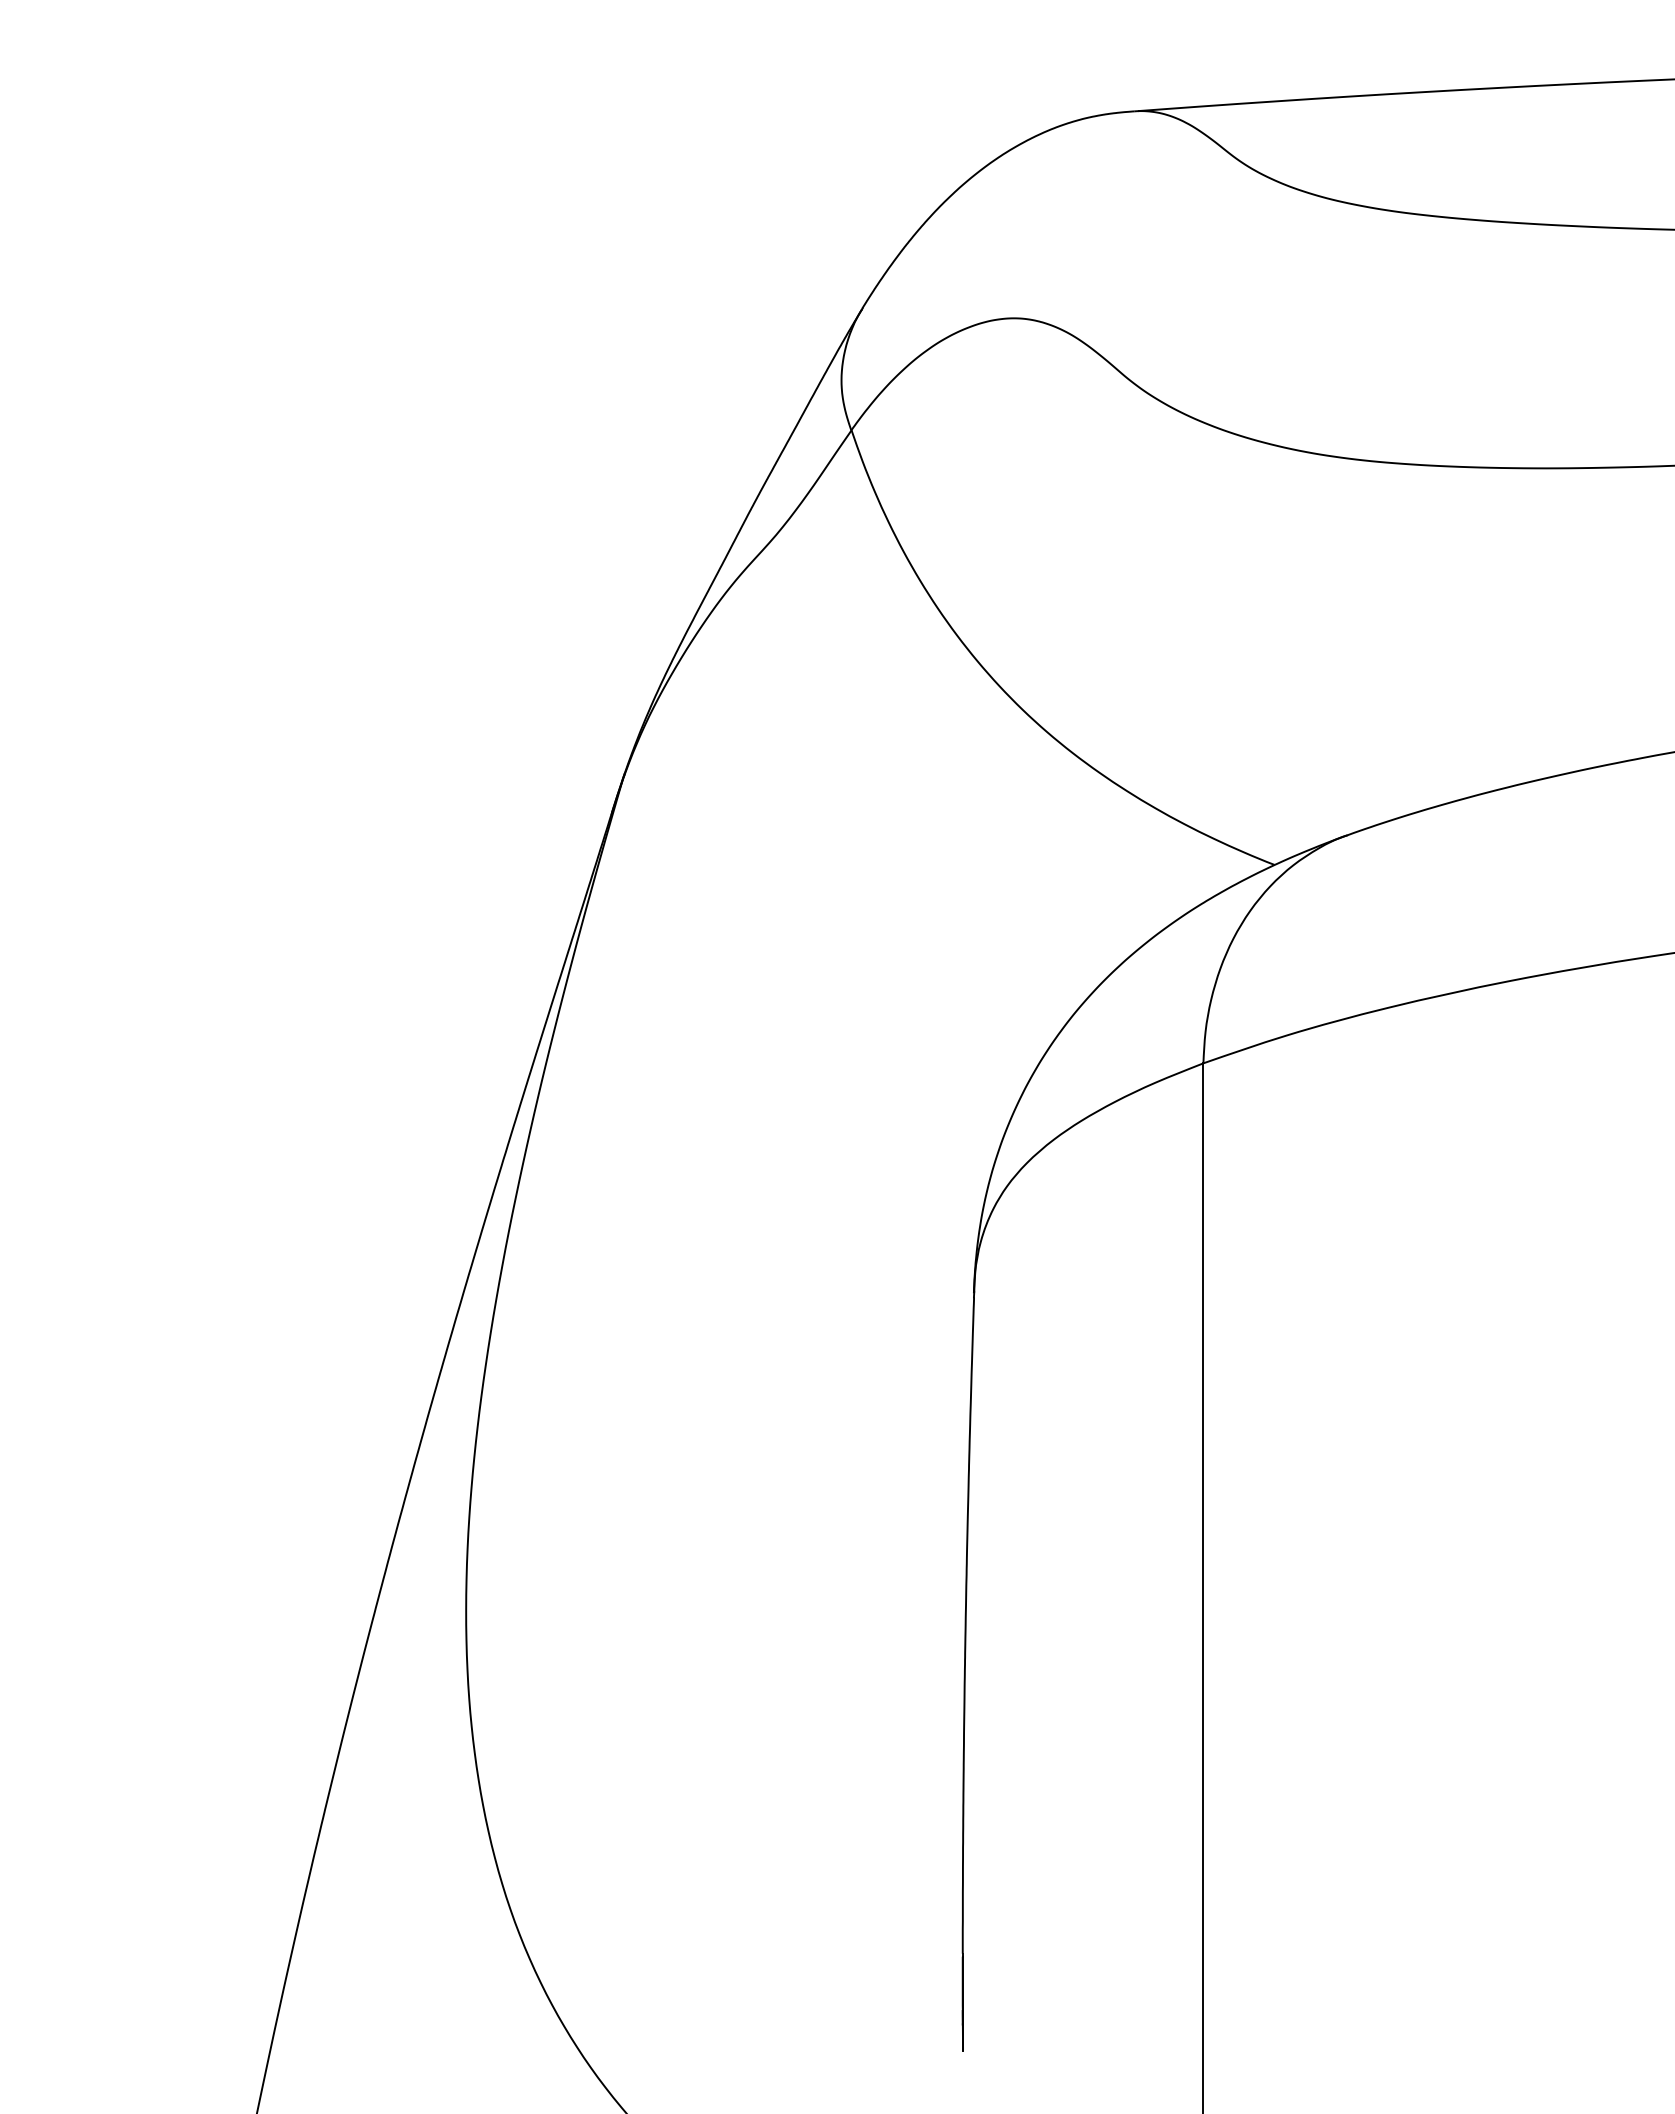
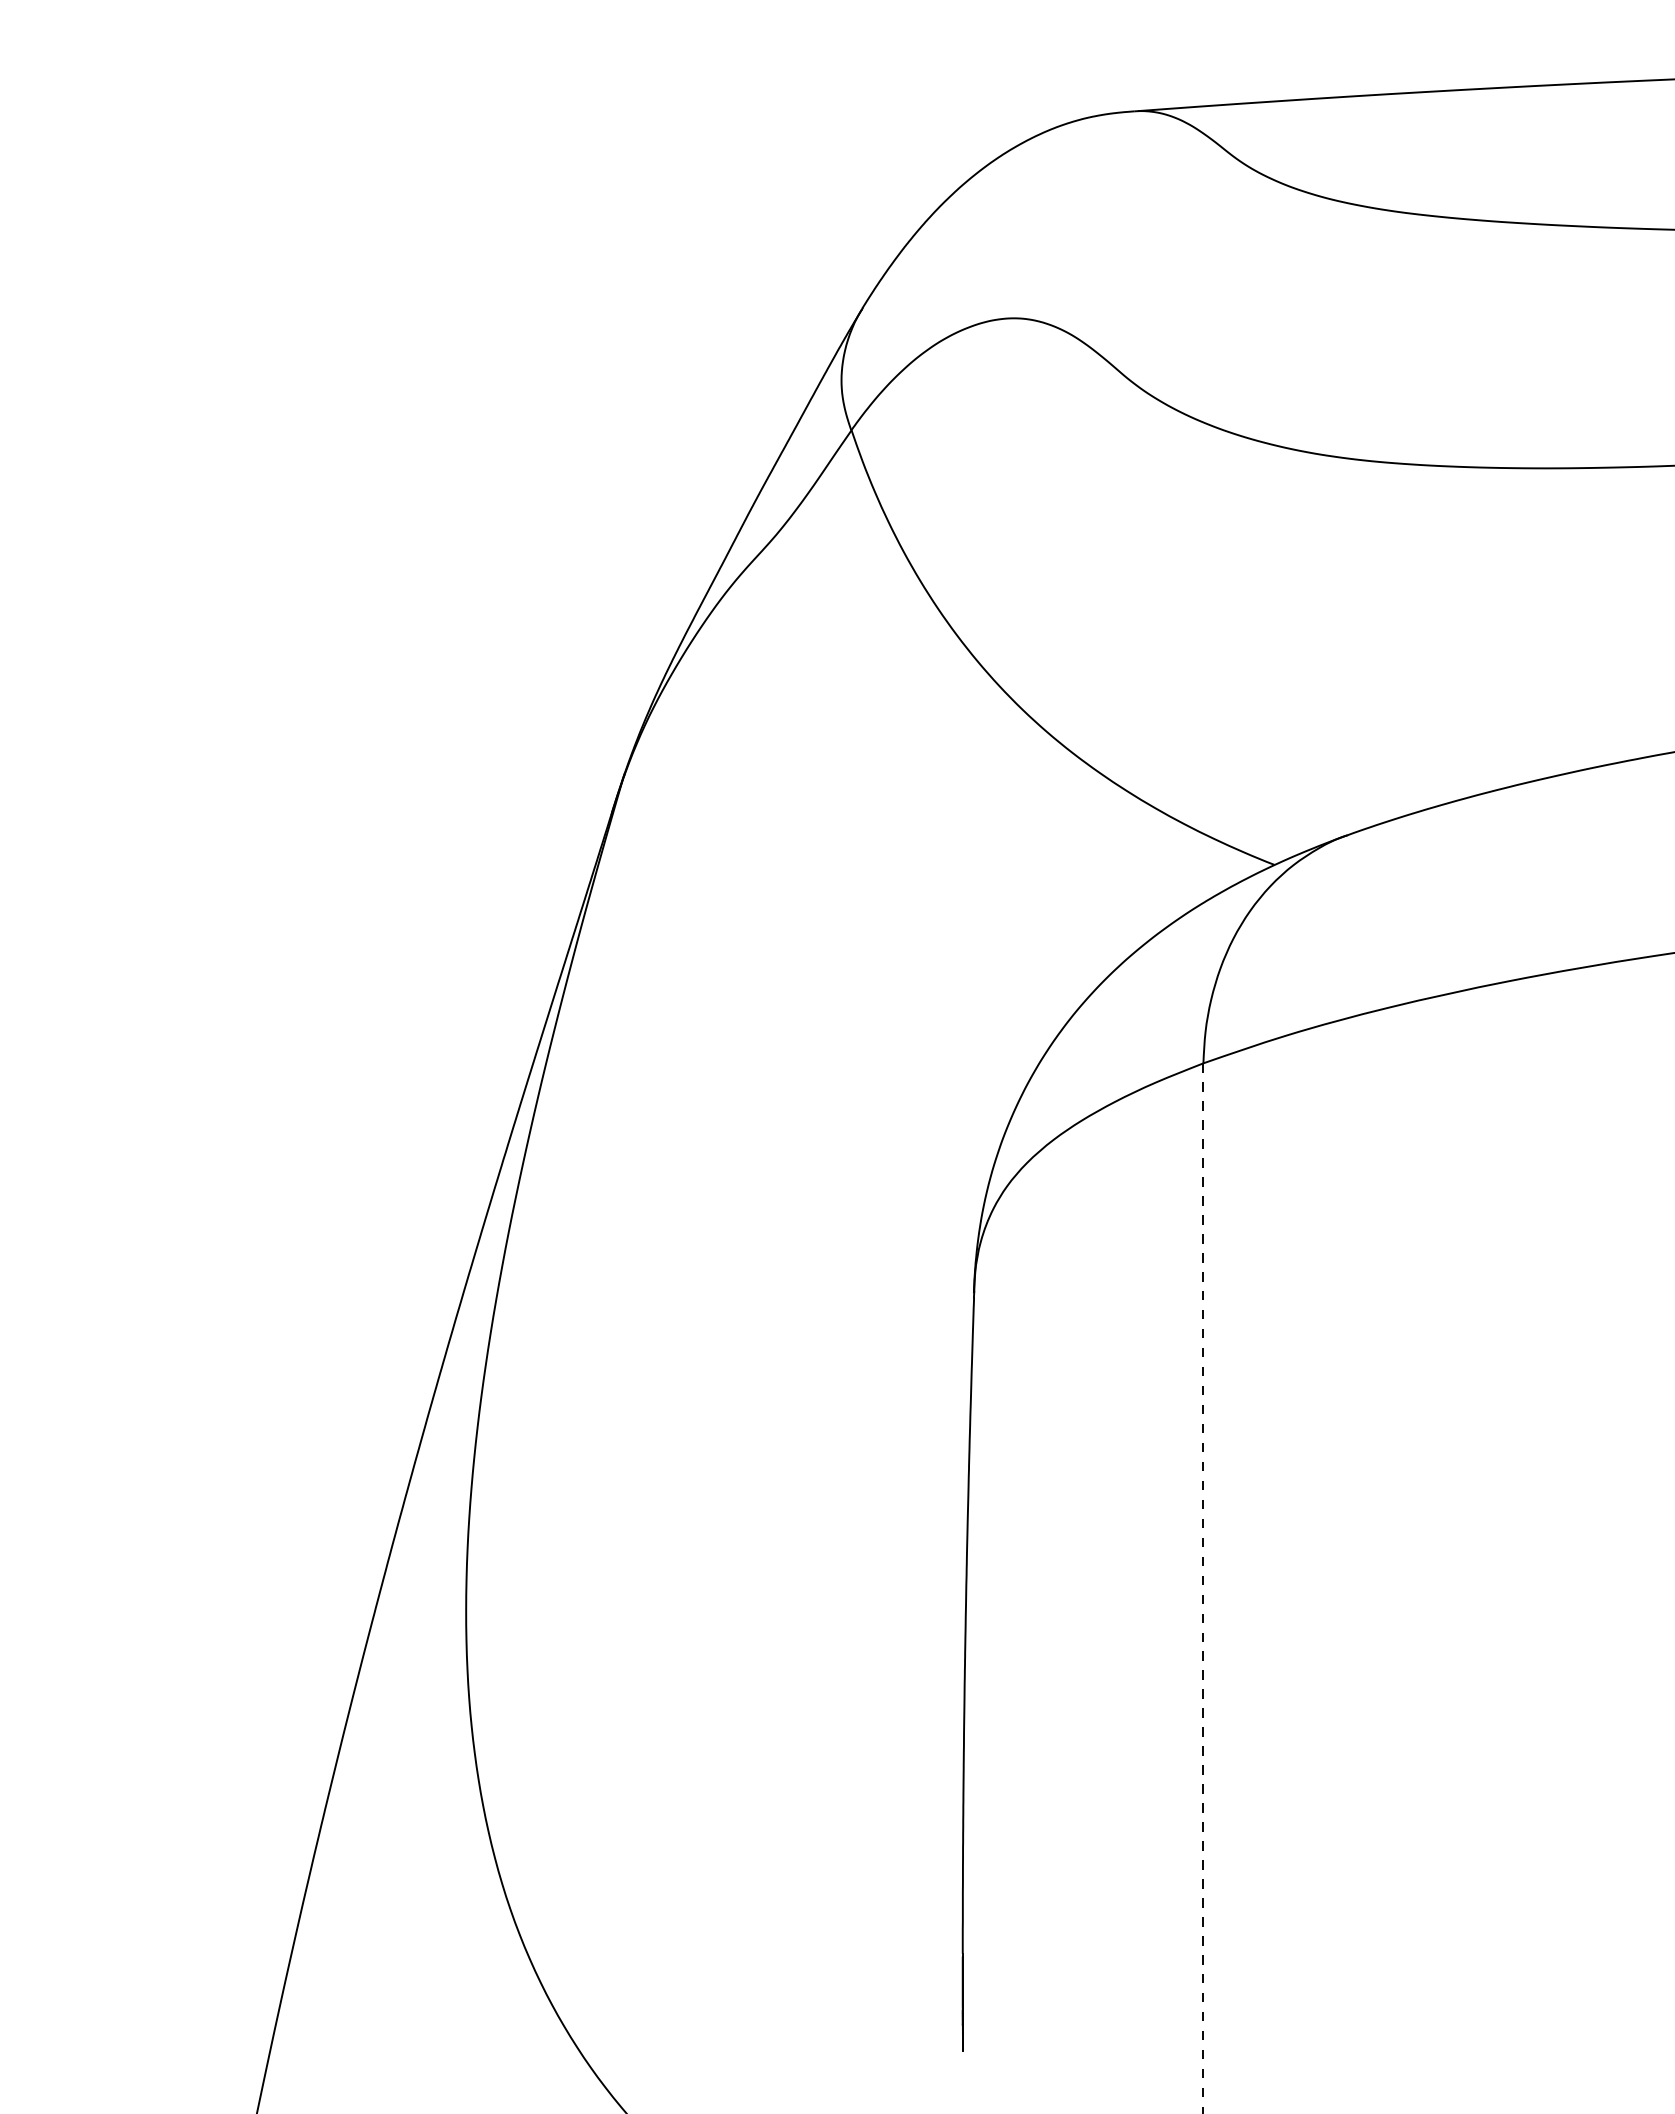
line at (1203, 1588): solid -> dashed
